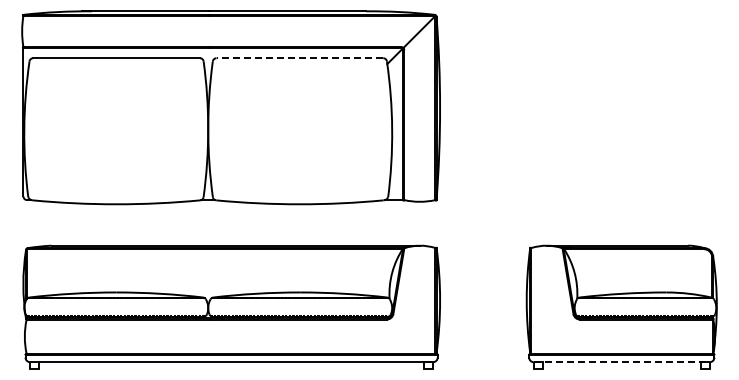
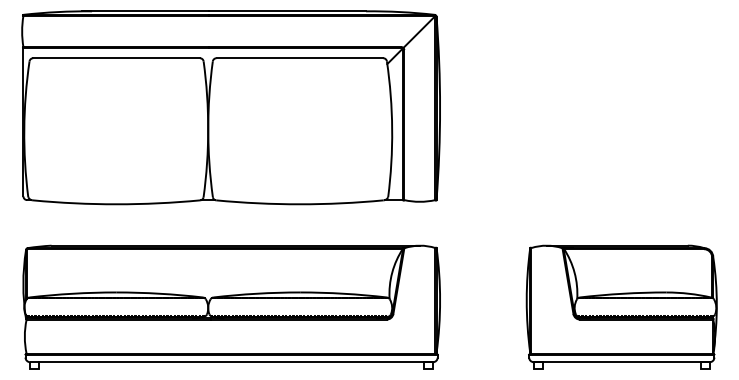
line at (299, 58): dashed -> solid
line at (621, 362): dashed -> solid
